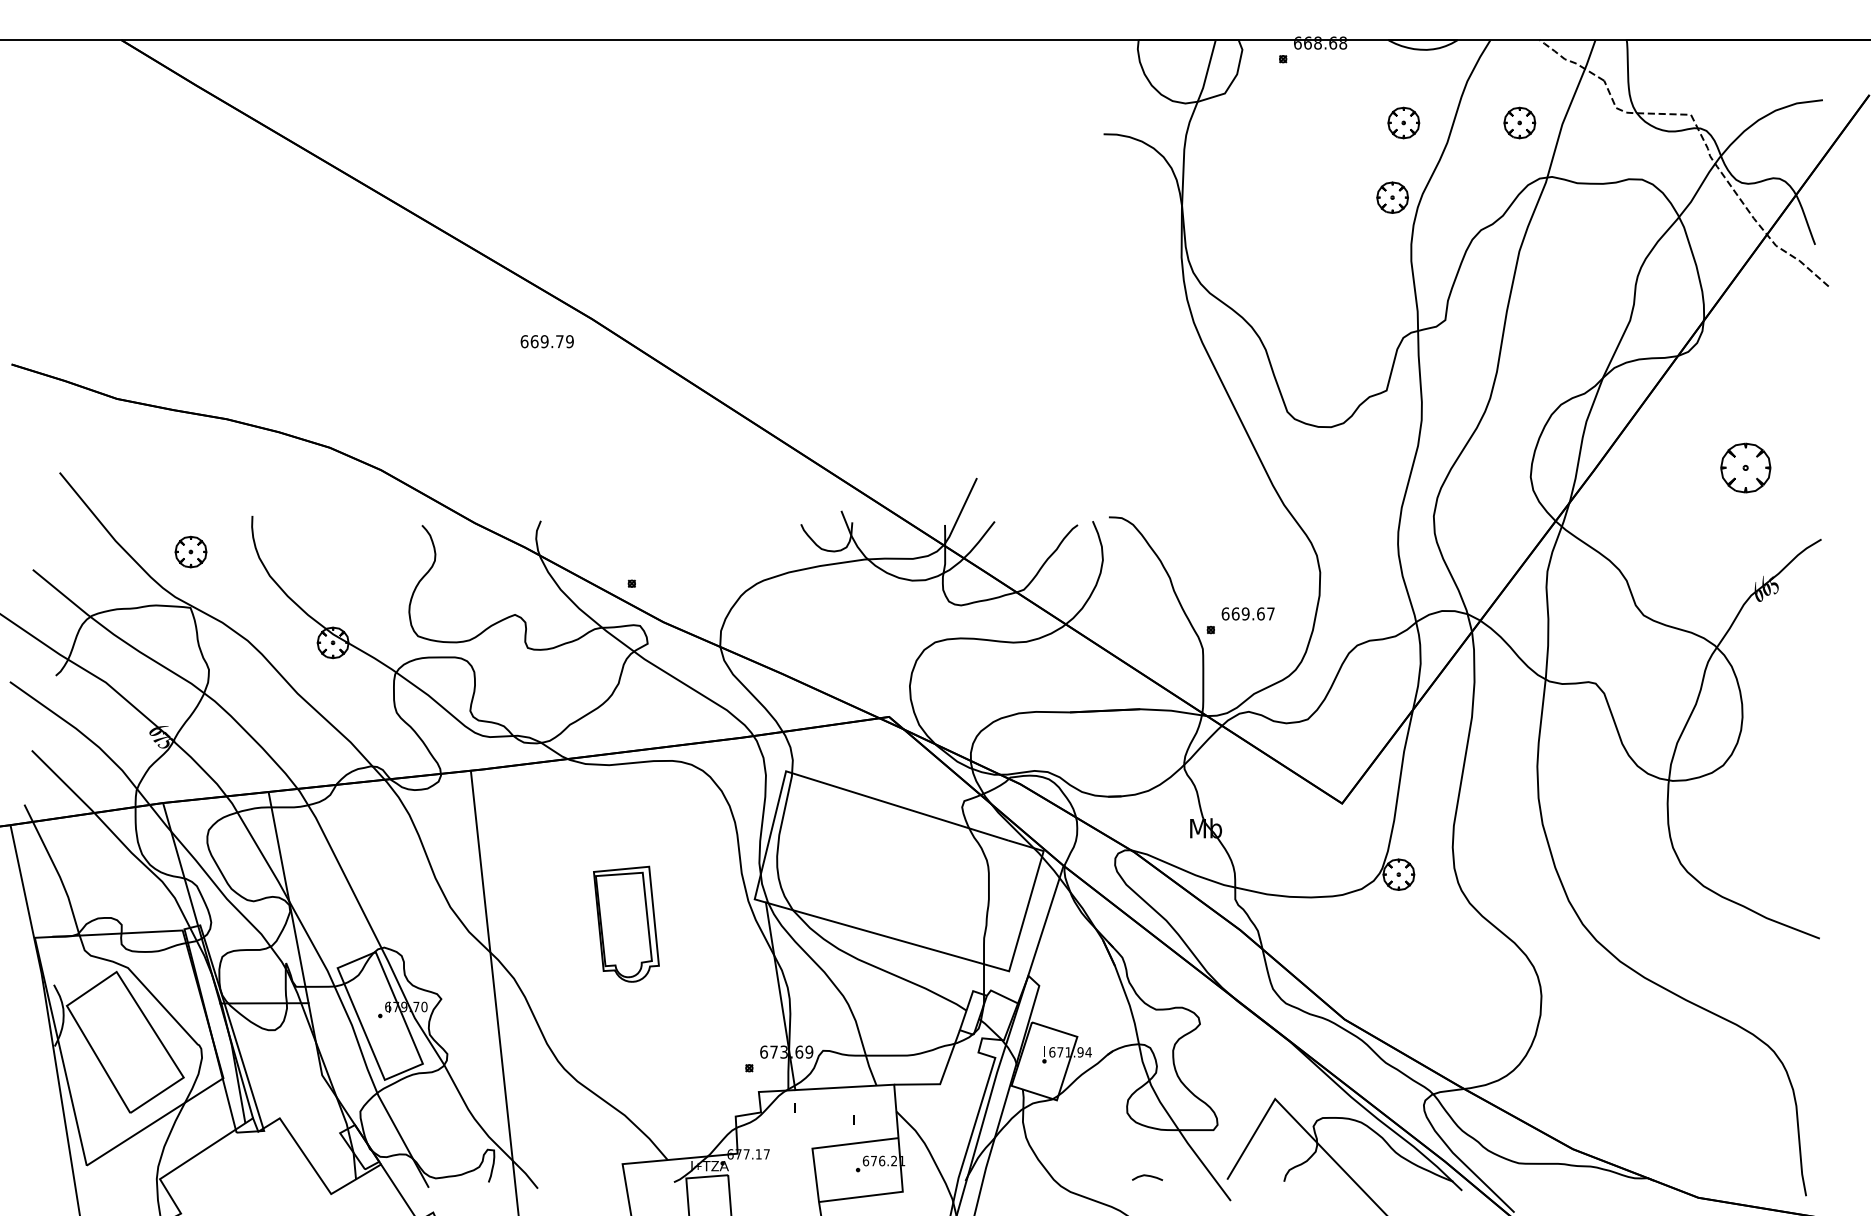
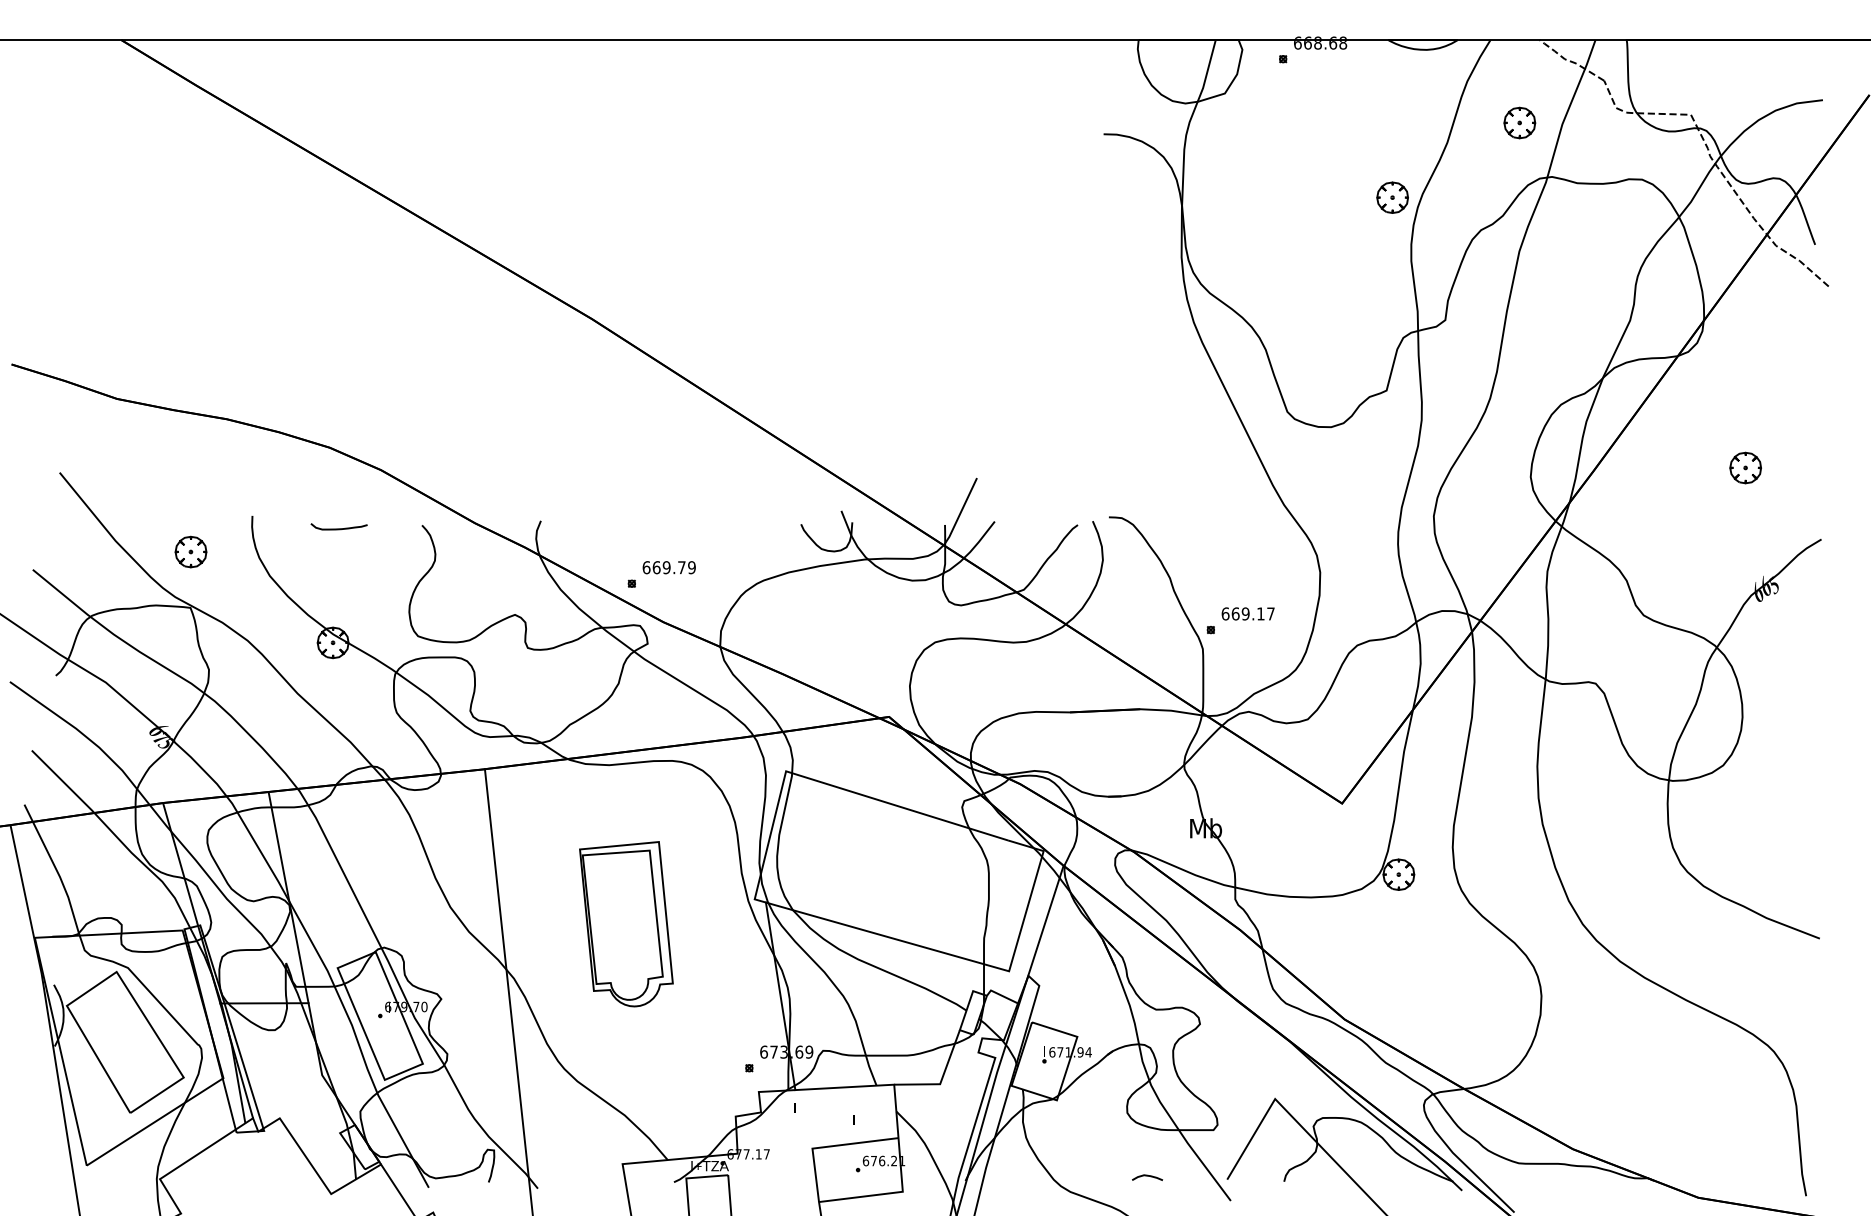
part at (1403, 122): present -> none
text at (546, 341) position: (546, 341) -> (668, 567)
part at (1745, 467) size: 52x52 px -> 33x34 px
curve at (338, 528): none -> present
text at (1260, 613): 669.67 -> 669.17
part at (626, 923) size: 67x118 px -> 95x167 px
line at (494, 991) position: (494, 991) -> (508, 990)
